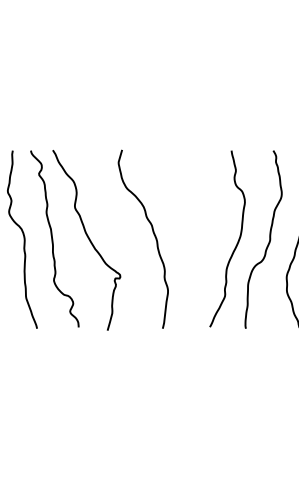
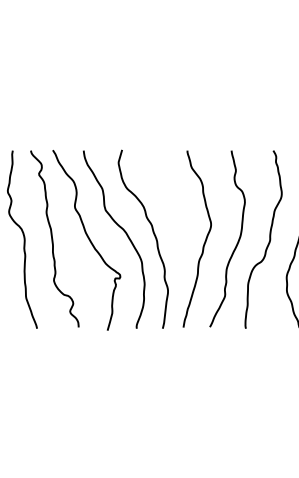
curve at (122, 230): none -> present
curve at (204, 241): none -> present
